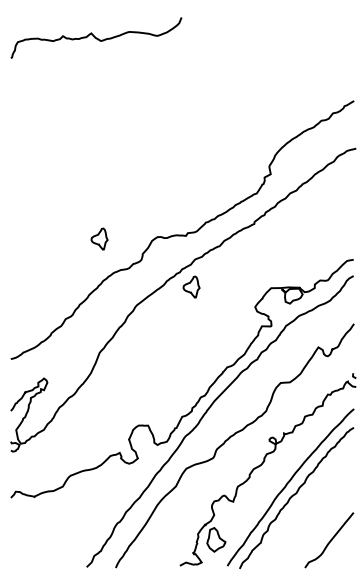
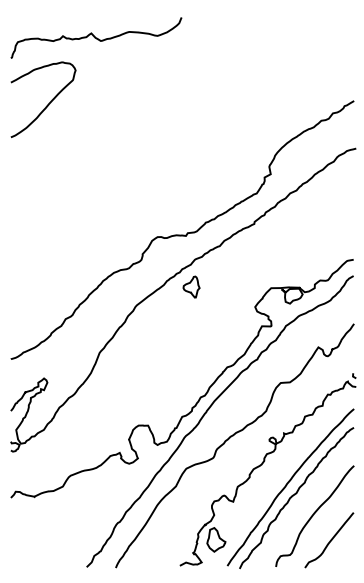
curve at (48, 103): none -> present
part at (99, 238): present -> none
curve at (314, 514): none -> present
